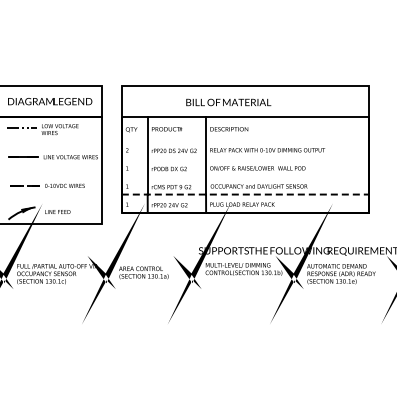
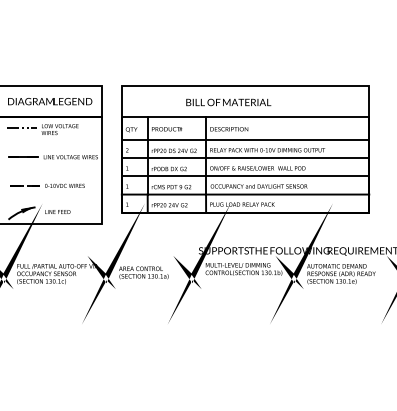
line at (245, 140): none -> present
line at (245, 158): none -> present
line at (245, 176): none -> present
line at (245, 194): dashed -> solid
